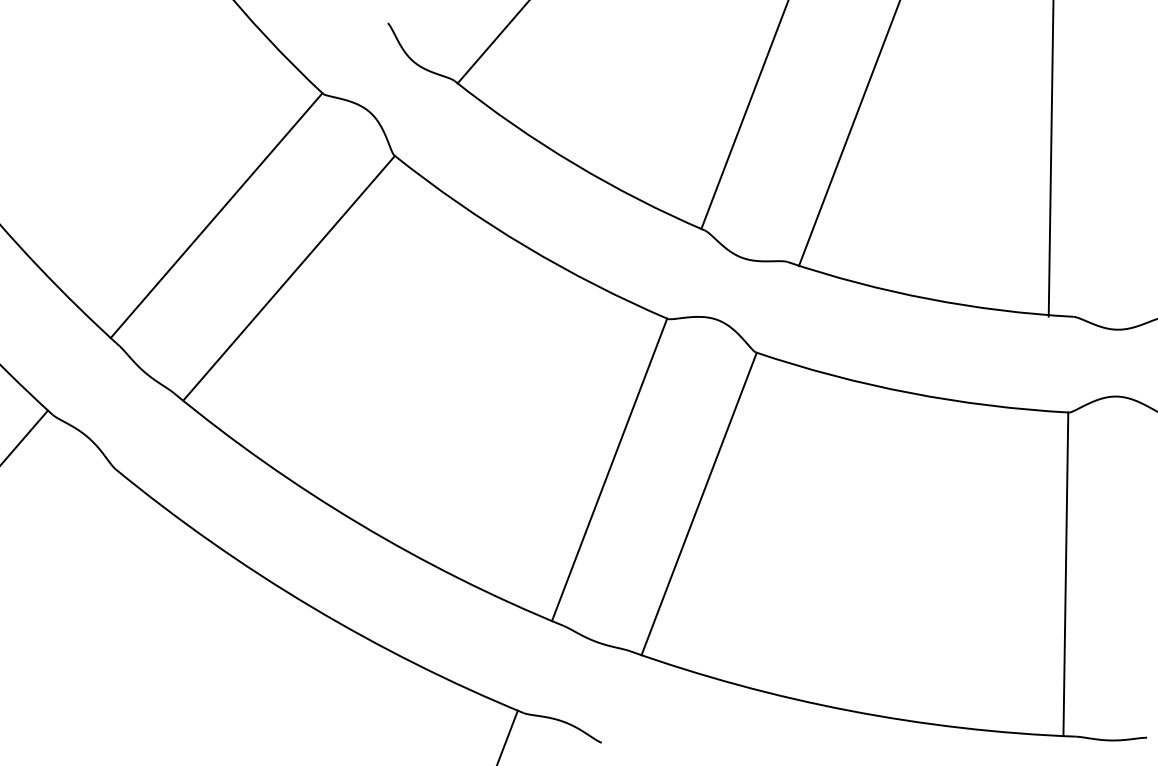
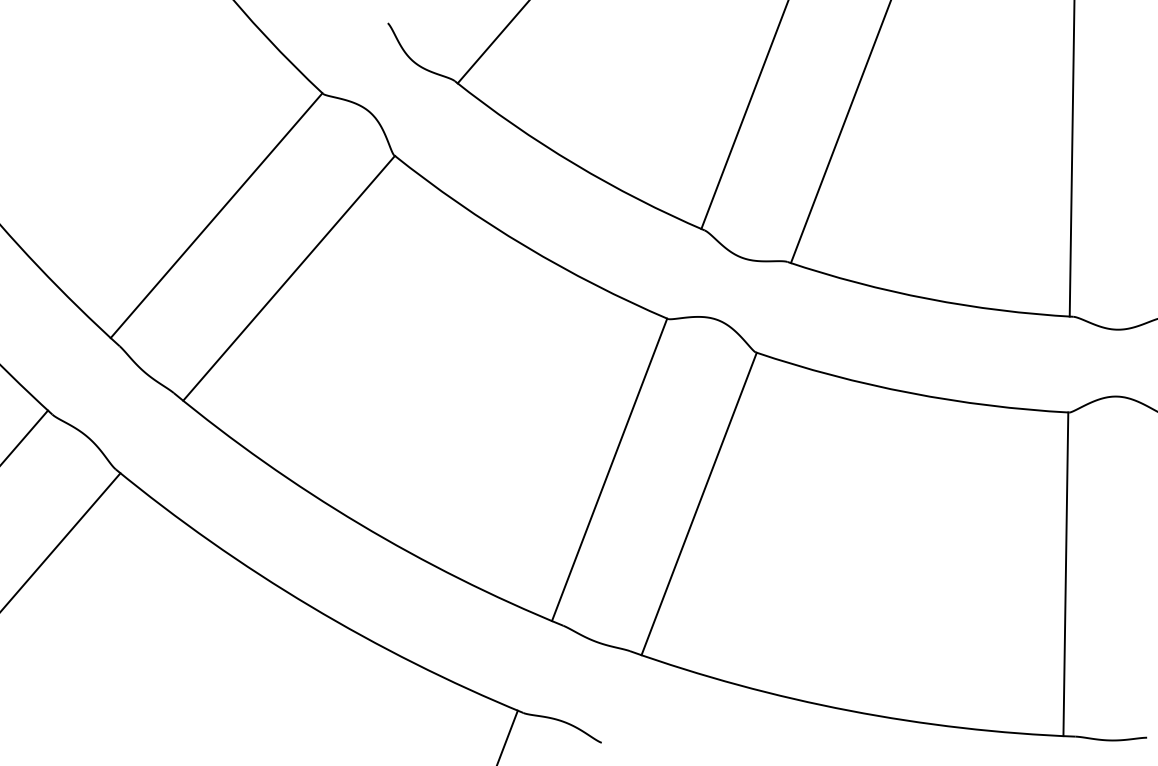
line at (848, 134) position: (848, 134) -> (840, 132)
line at (1050, 159) position: (1050, 159) -> (1071, 159)
line at (61, 541): none -> present
